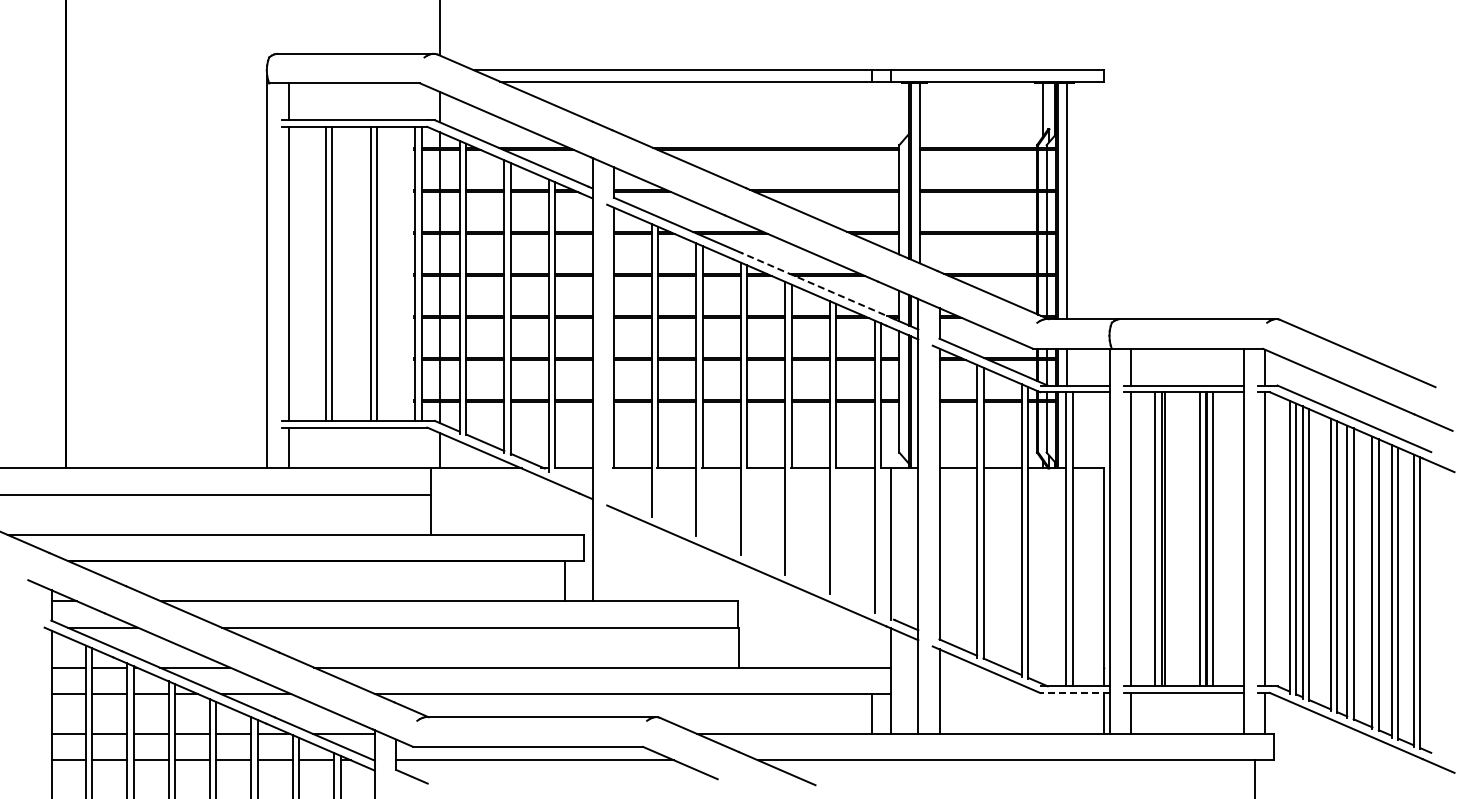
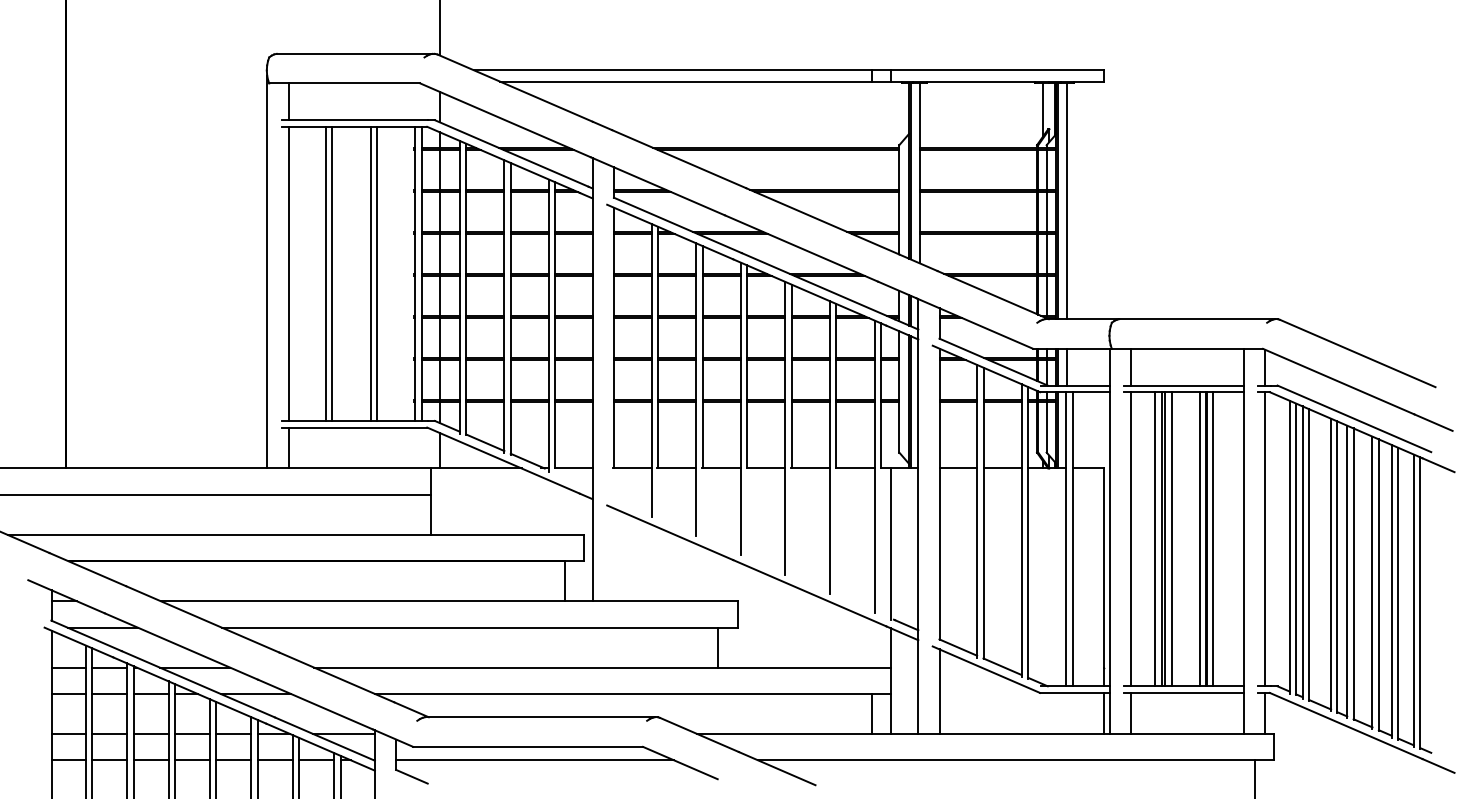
line at (817, 286): dashed -> solid
line at (1171, 539): none -> present
line at (739, 647) position: (739, 647) -> (718, 647)
line at (1074, 692): dashed -> solid
